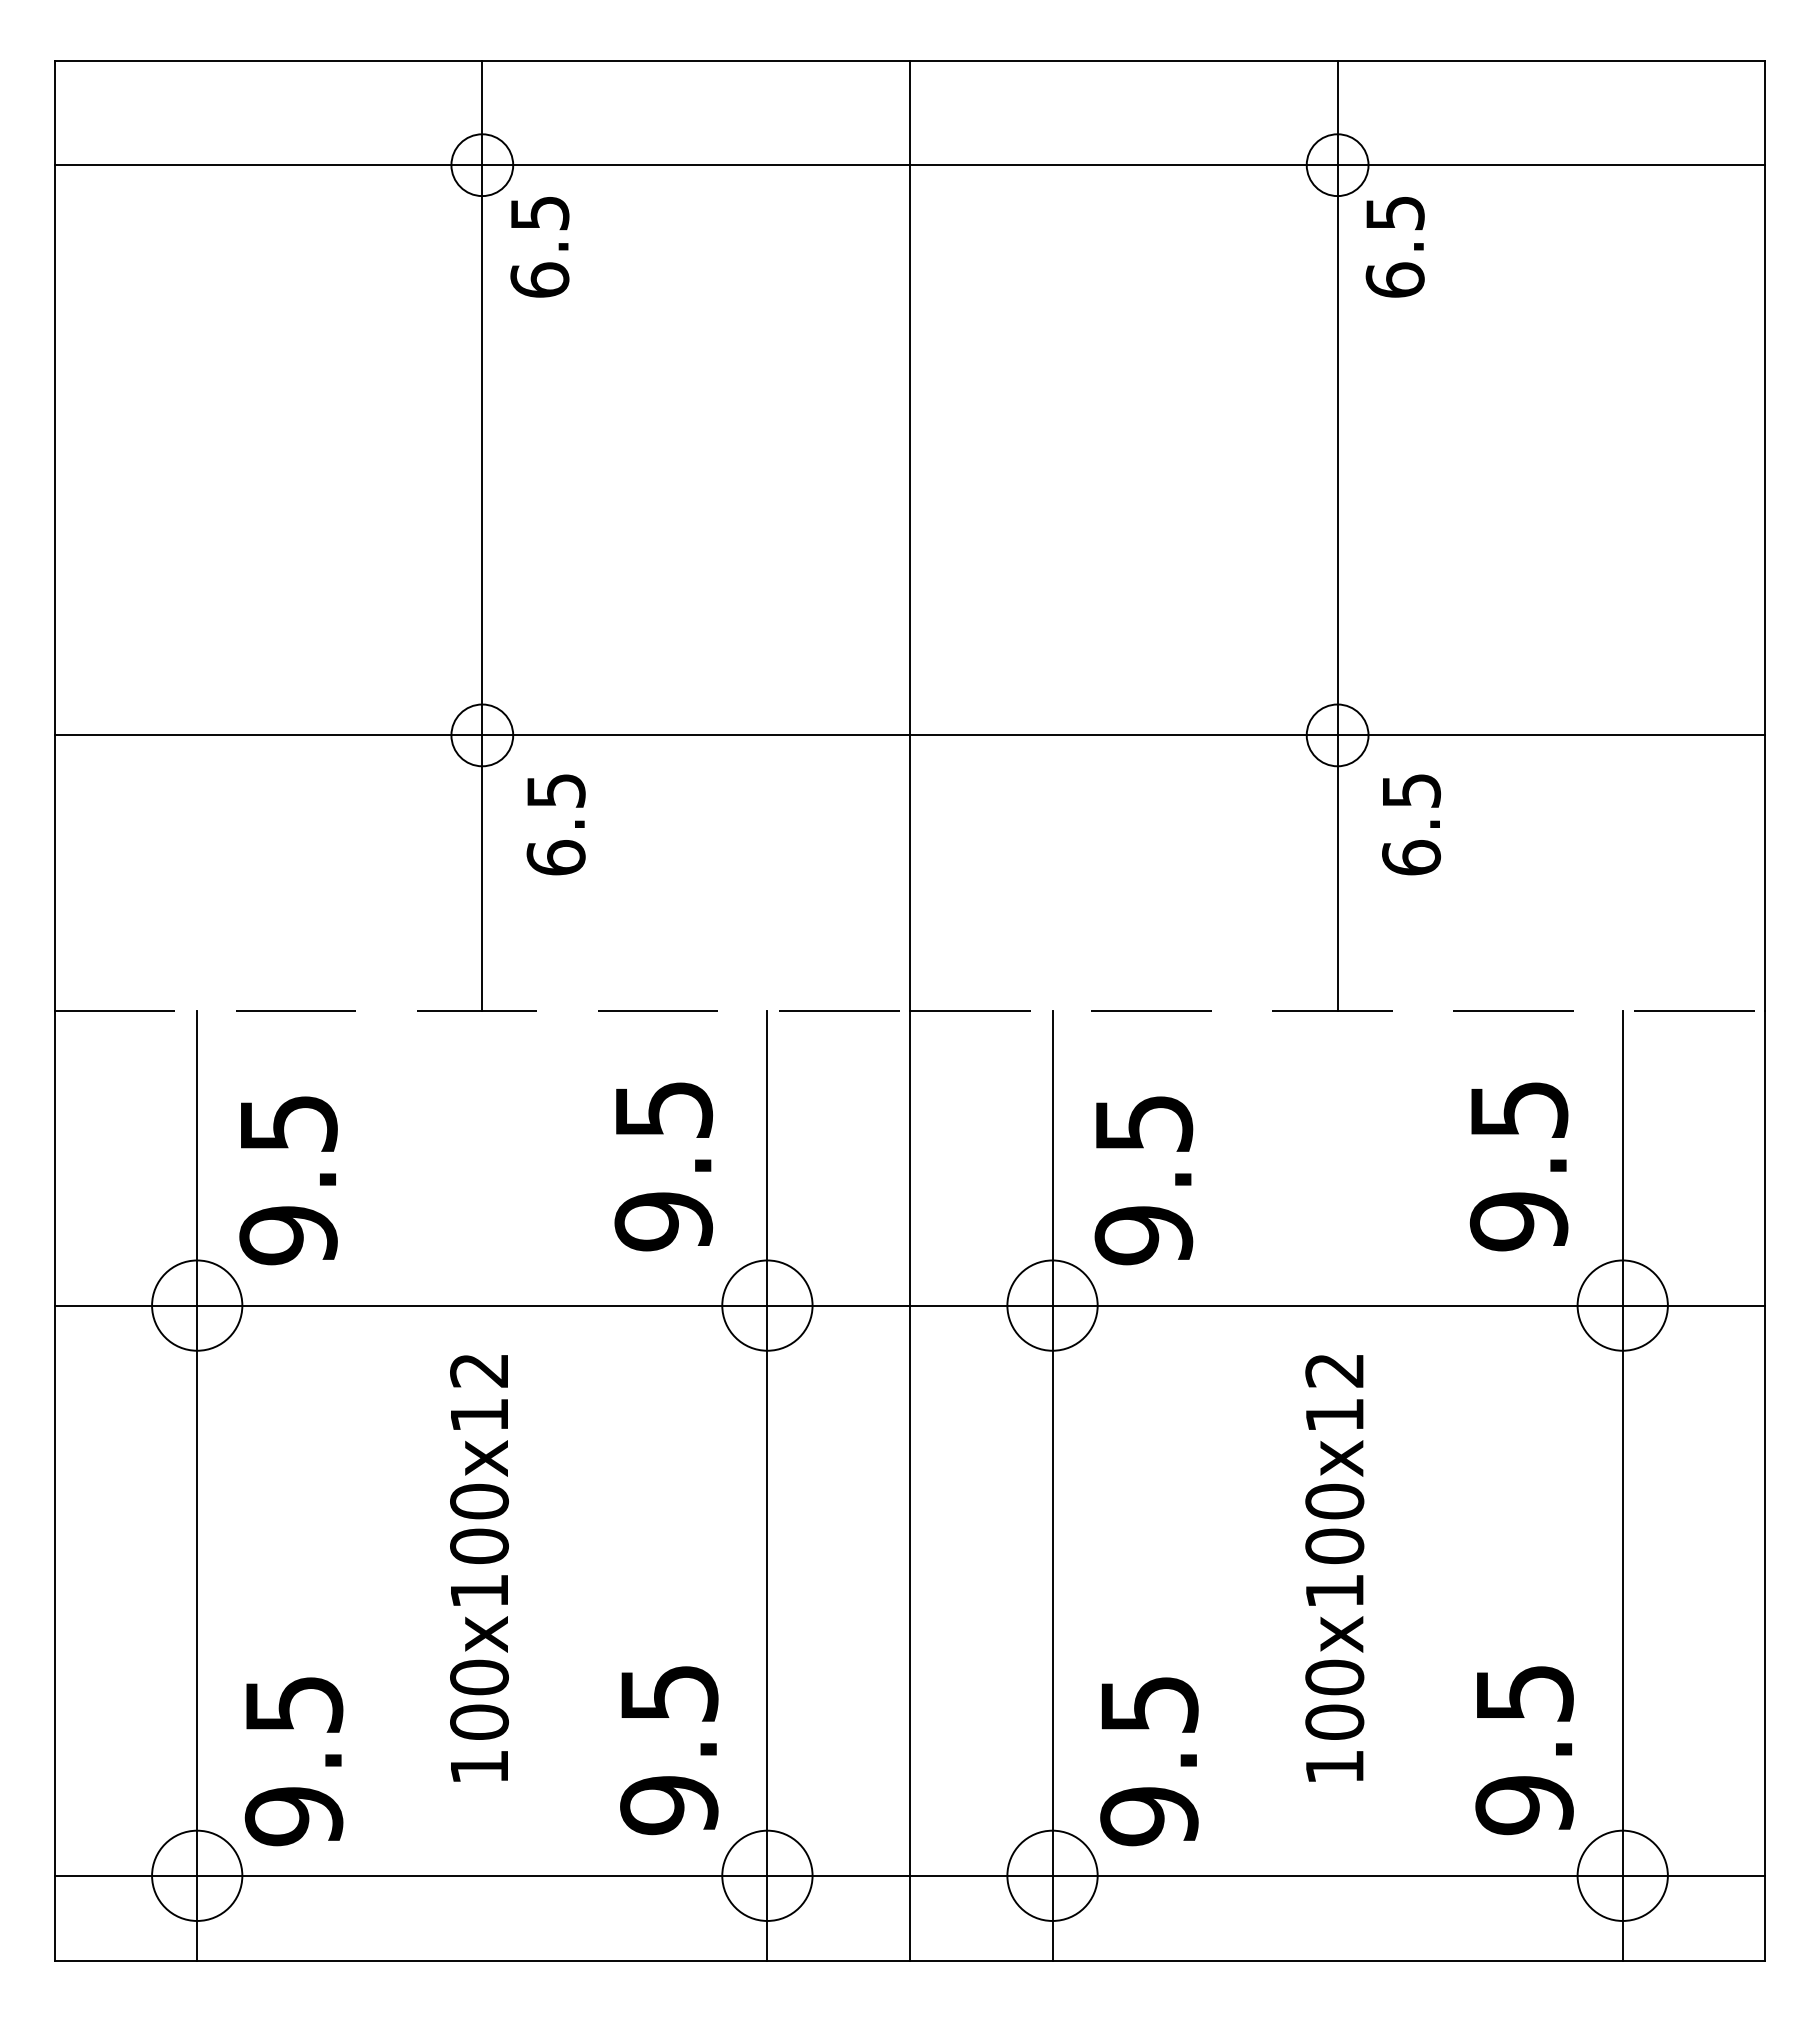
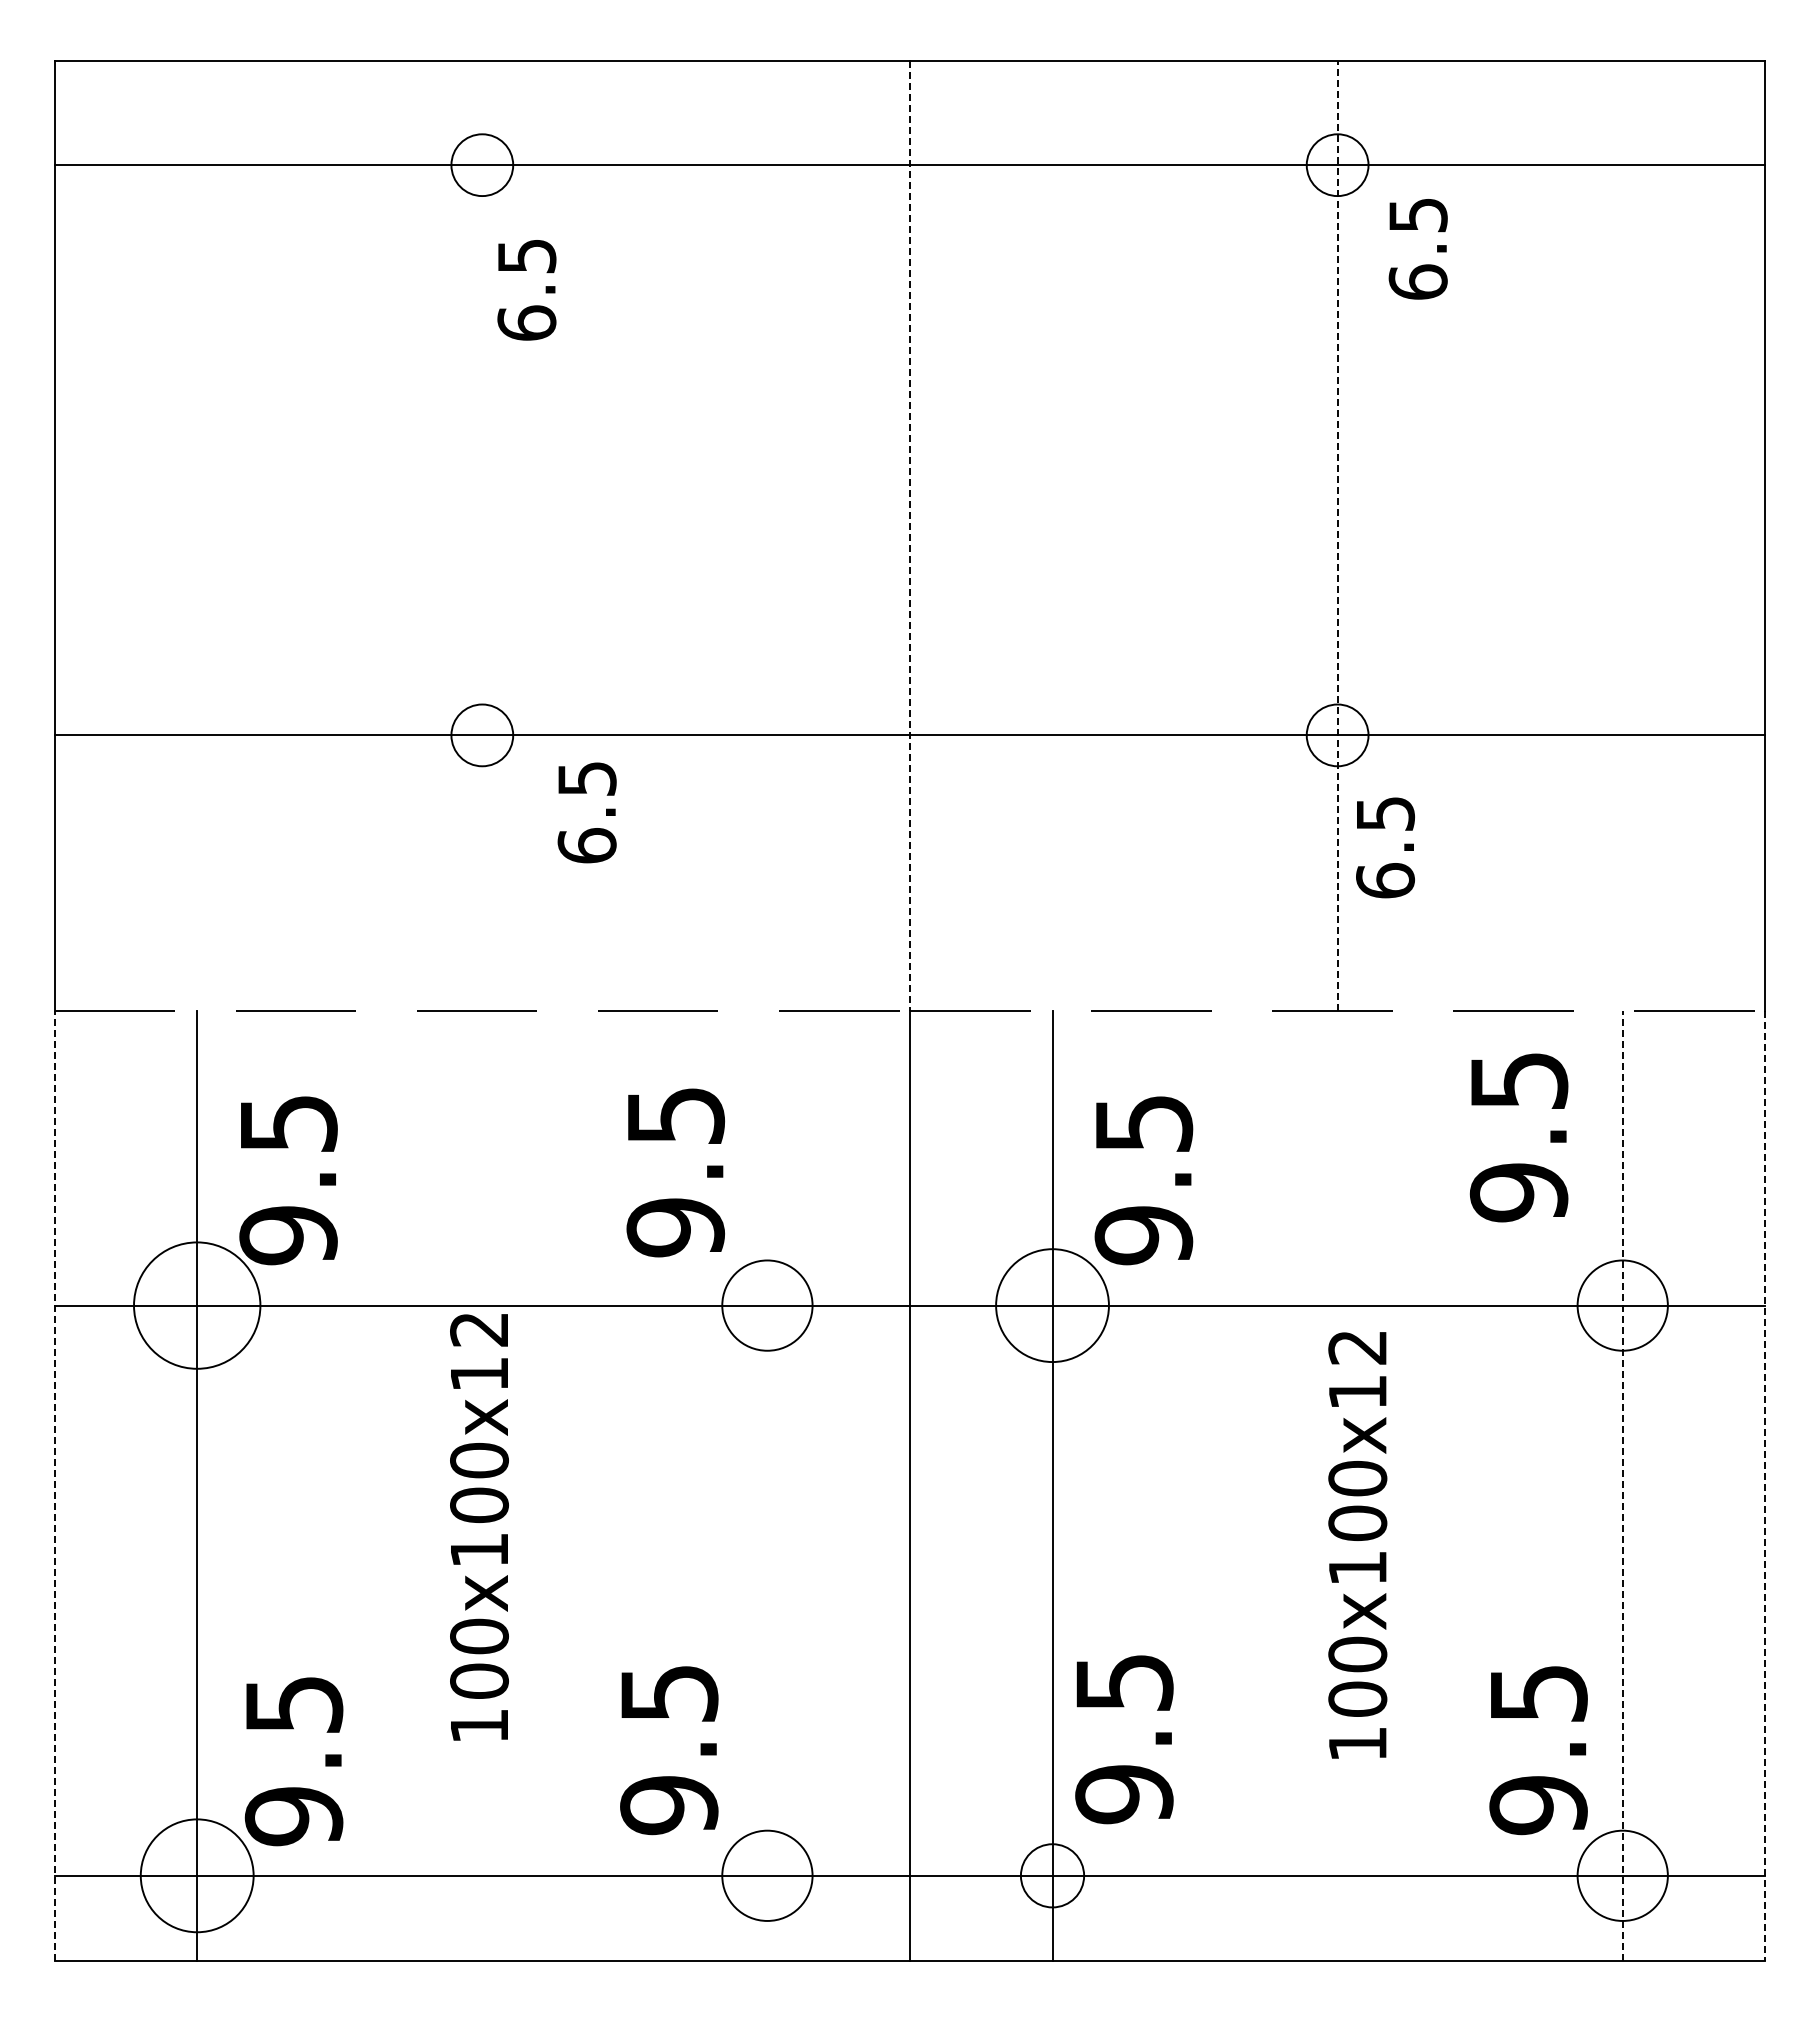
text at (539, 247) position: (539, 247) -> (526, 290)
text at (1394, 247) position: (1394, 247) -> (1417, 249)
line at (482, 535): present -> none
line at (1337, 535): solid -> dashed
line at (909, 536): solid -> dashed
text at (555, 824) position: (555, 824) -> (586, 812)
text at (1411, 824) position: (1411, 824) -> (1385, 847)
text at (663, 1166) position: (663, 1166) -> (675, 1172)
text at (1518, 1166) position: (1518, 1166) -> (1518, 1137)
circle at (197, 1305) diameter: 90 px -> 126 px
circle at (1052, 1305) diameter: 90 px -> 113 px
line at (54, 1485): solid -> dashed
line at (1622, 1485): solid -> dashed
line at (767, 1486): present -> none
line at (1765, 1486): solid -> dashed
text at (479, 1568) position: (479, 1568) -> (479, 1527)
text at (1334, 1568) position: (1334, 1568) -> (1357, 1545)
text at (1524, 1750) position: (1524, 1750) -> (1538, 1750)
text at (1149, 1761) position: (1149, 1761) -> (1124, 1739)
circle at (197, 1875) diameter: 90 px -> 113 px
circle at (1052, 1875) diameter: 90 px -> 63 px
